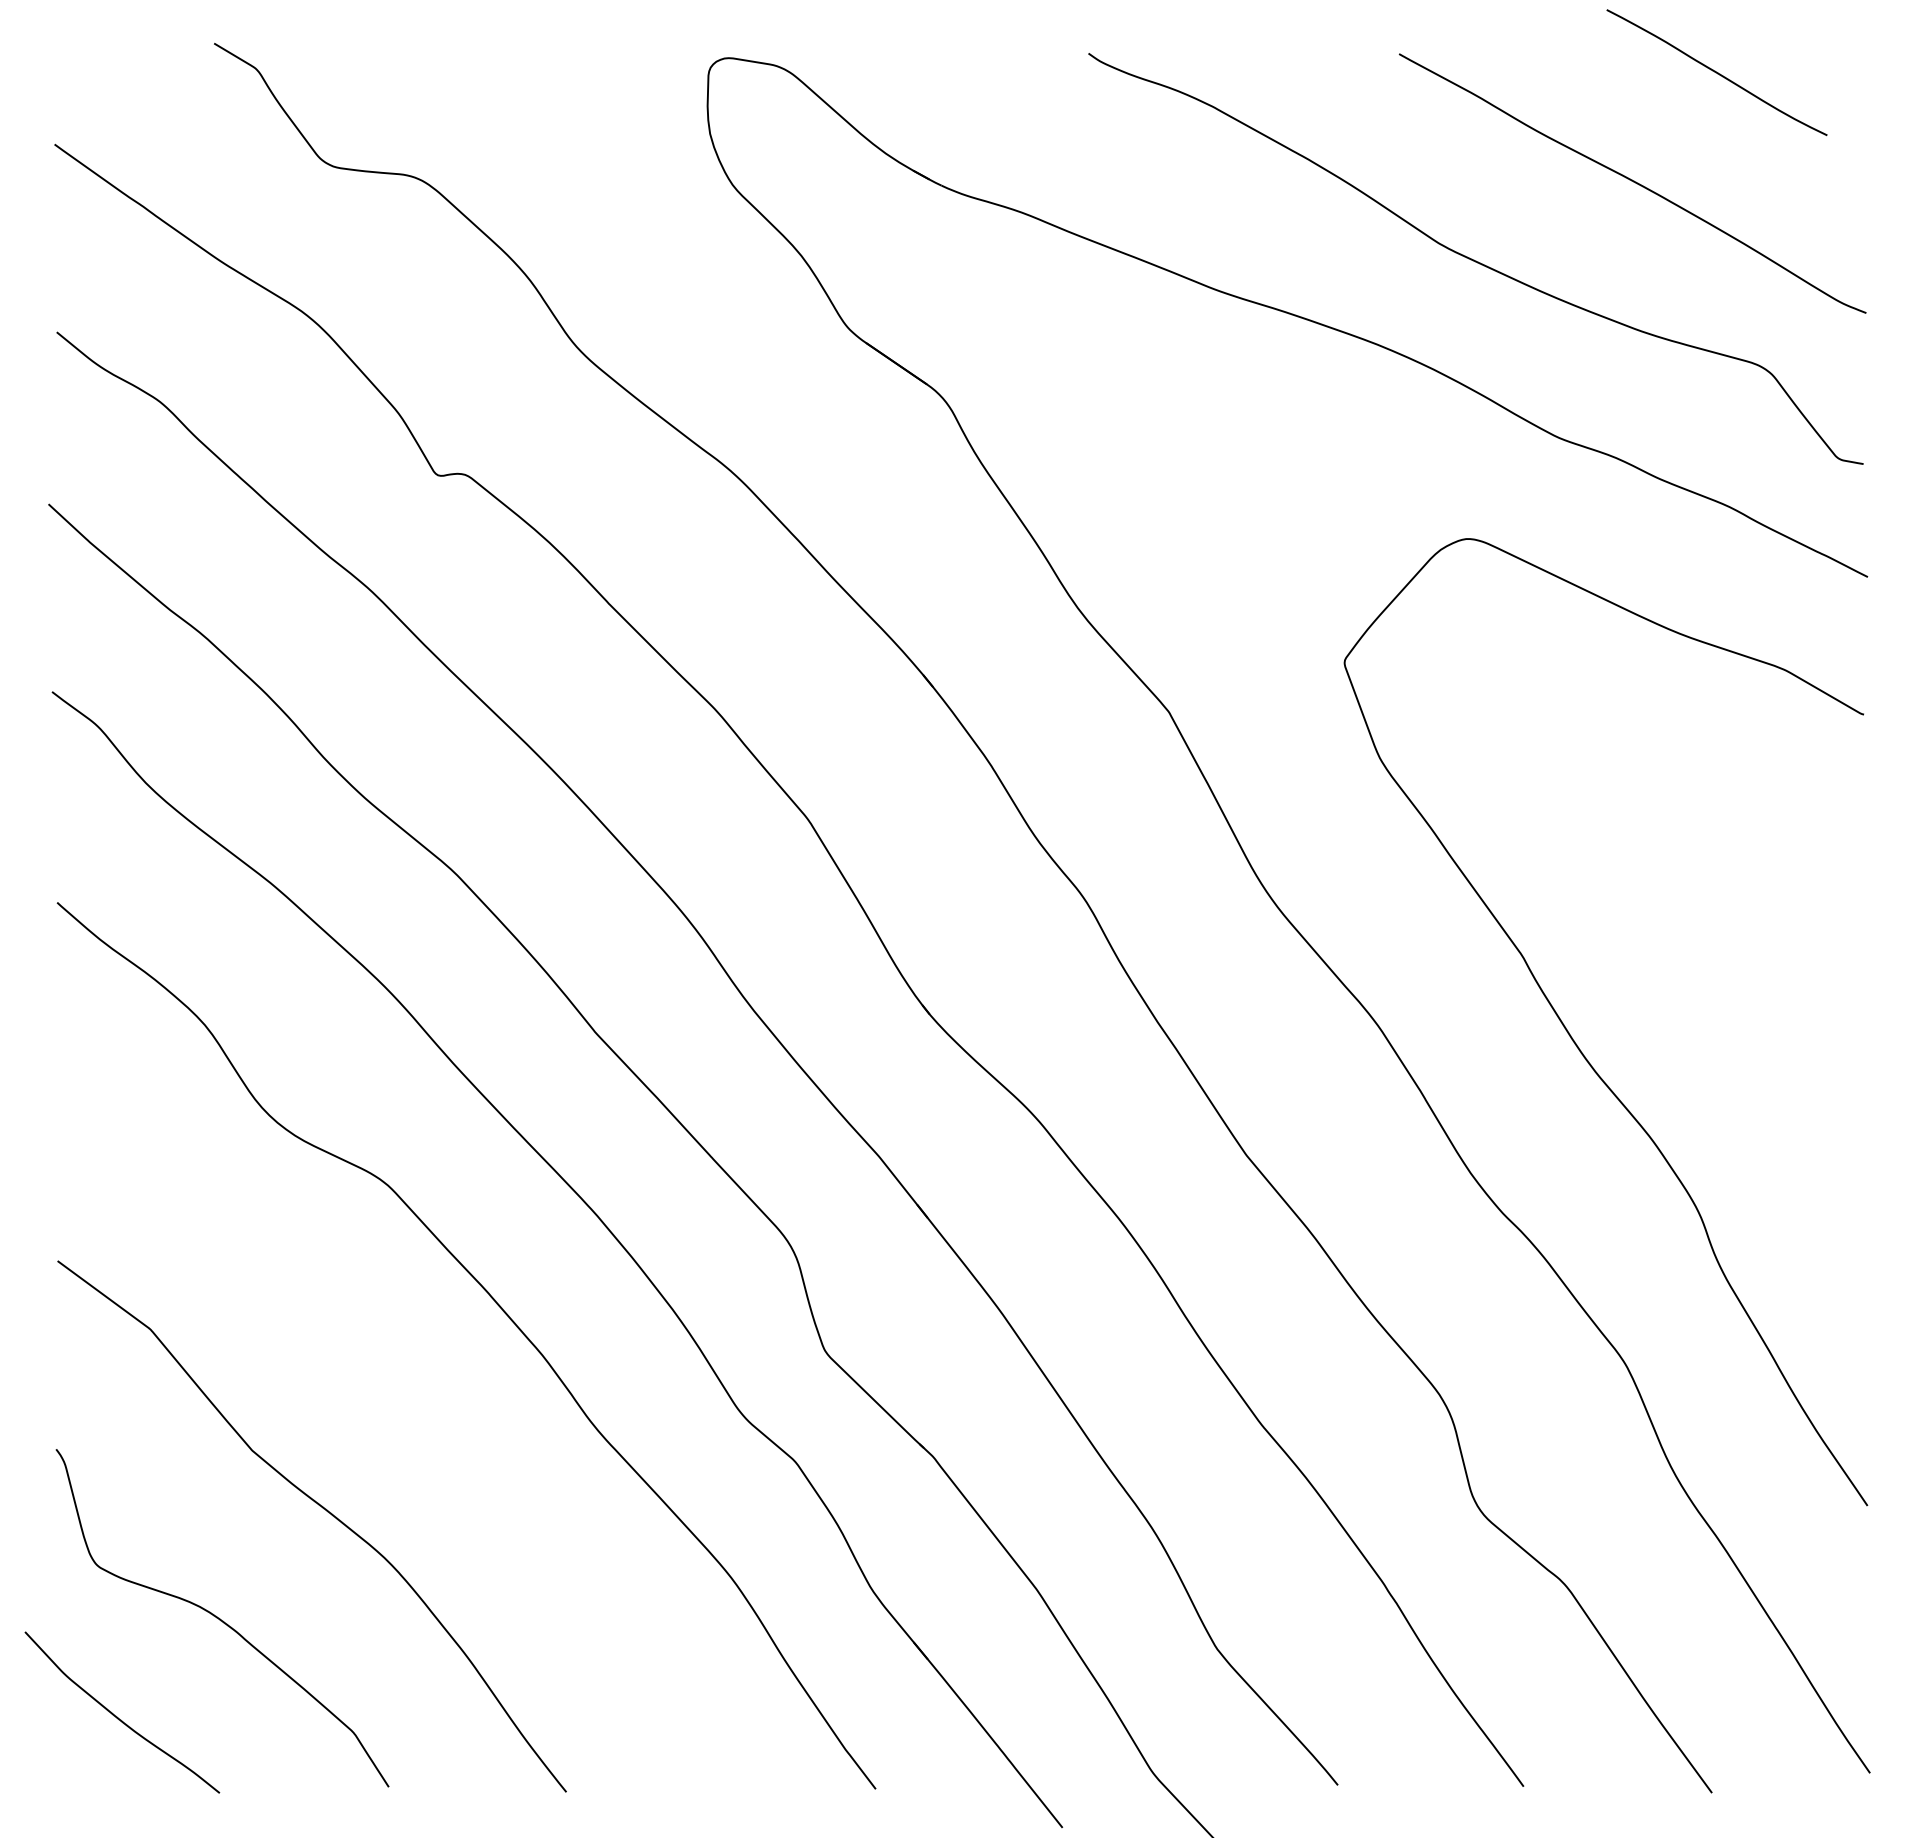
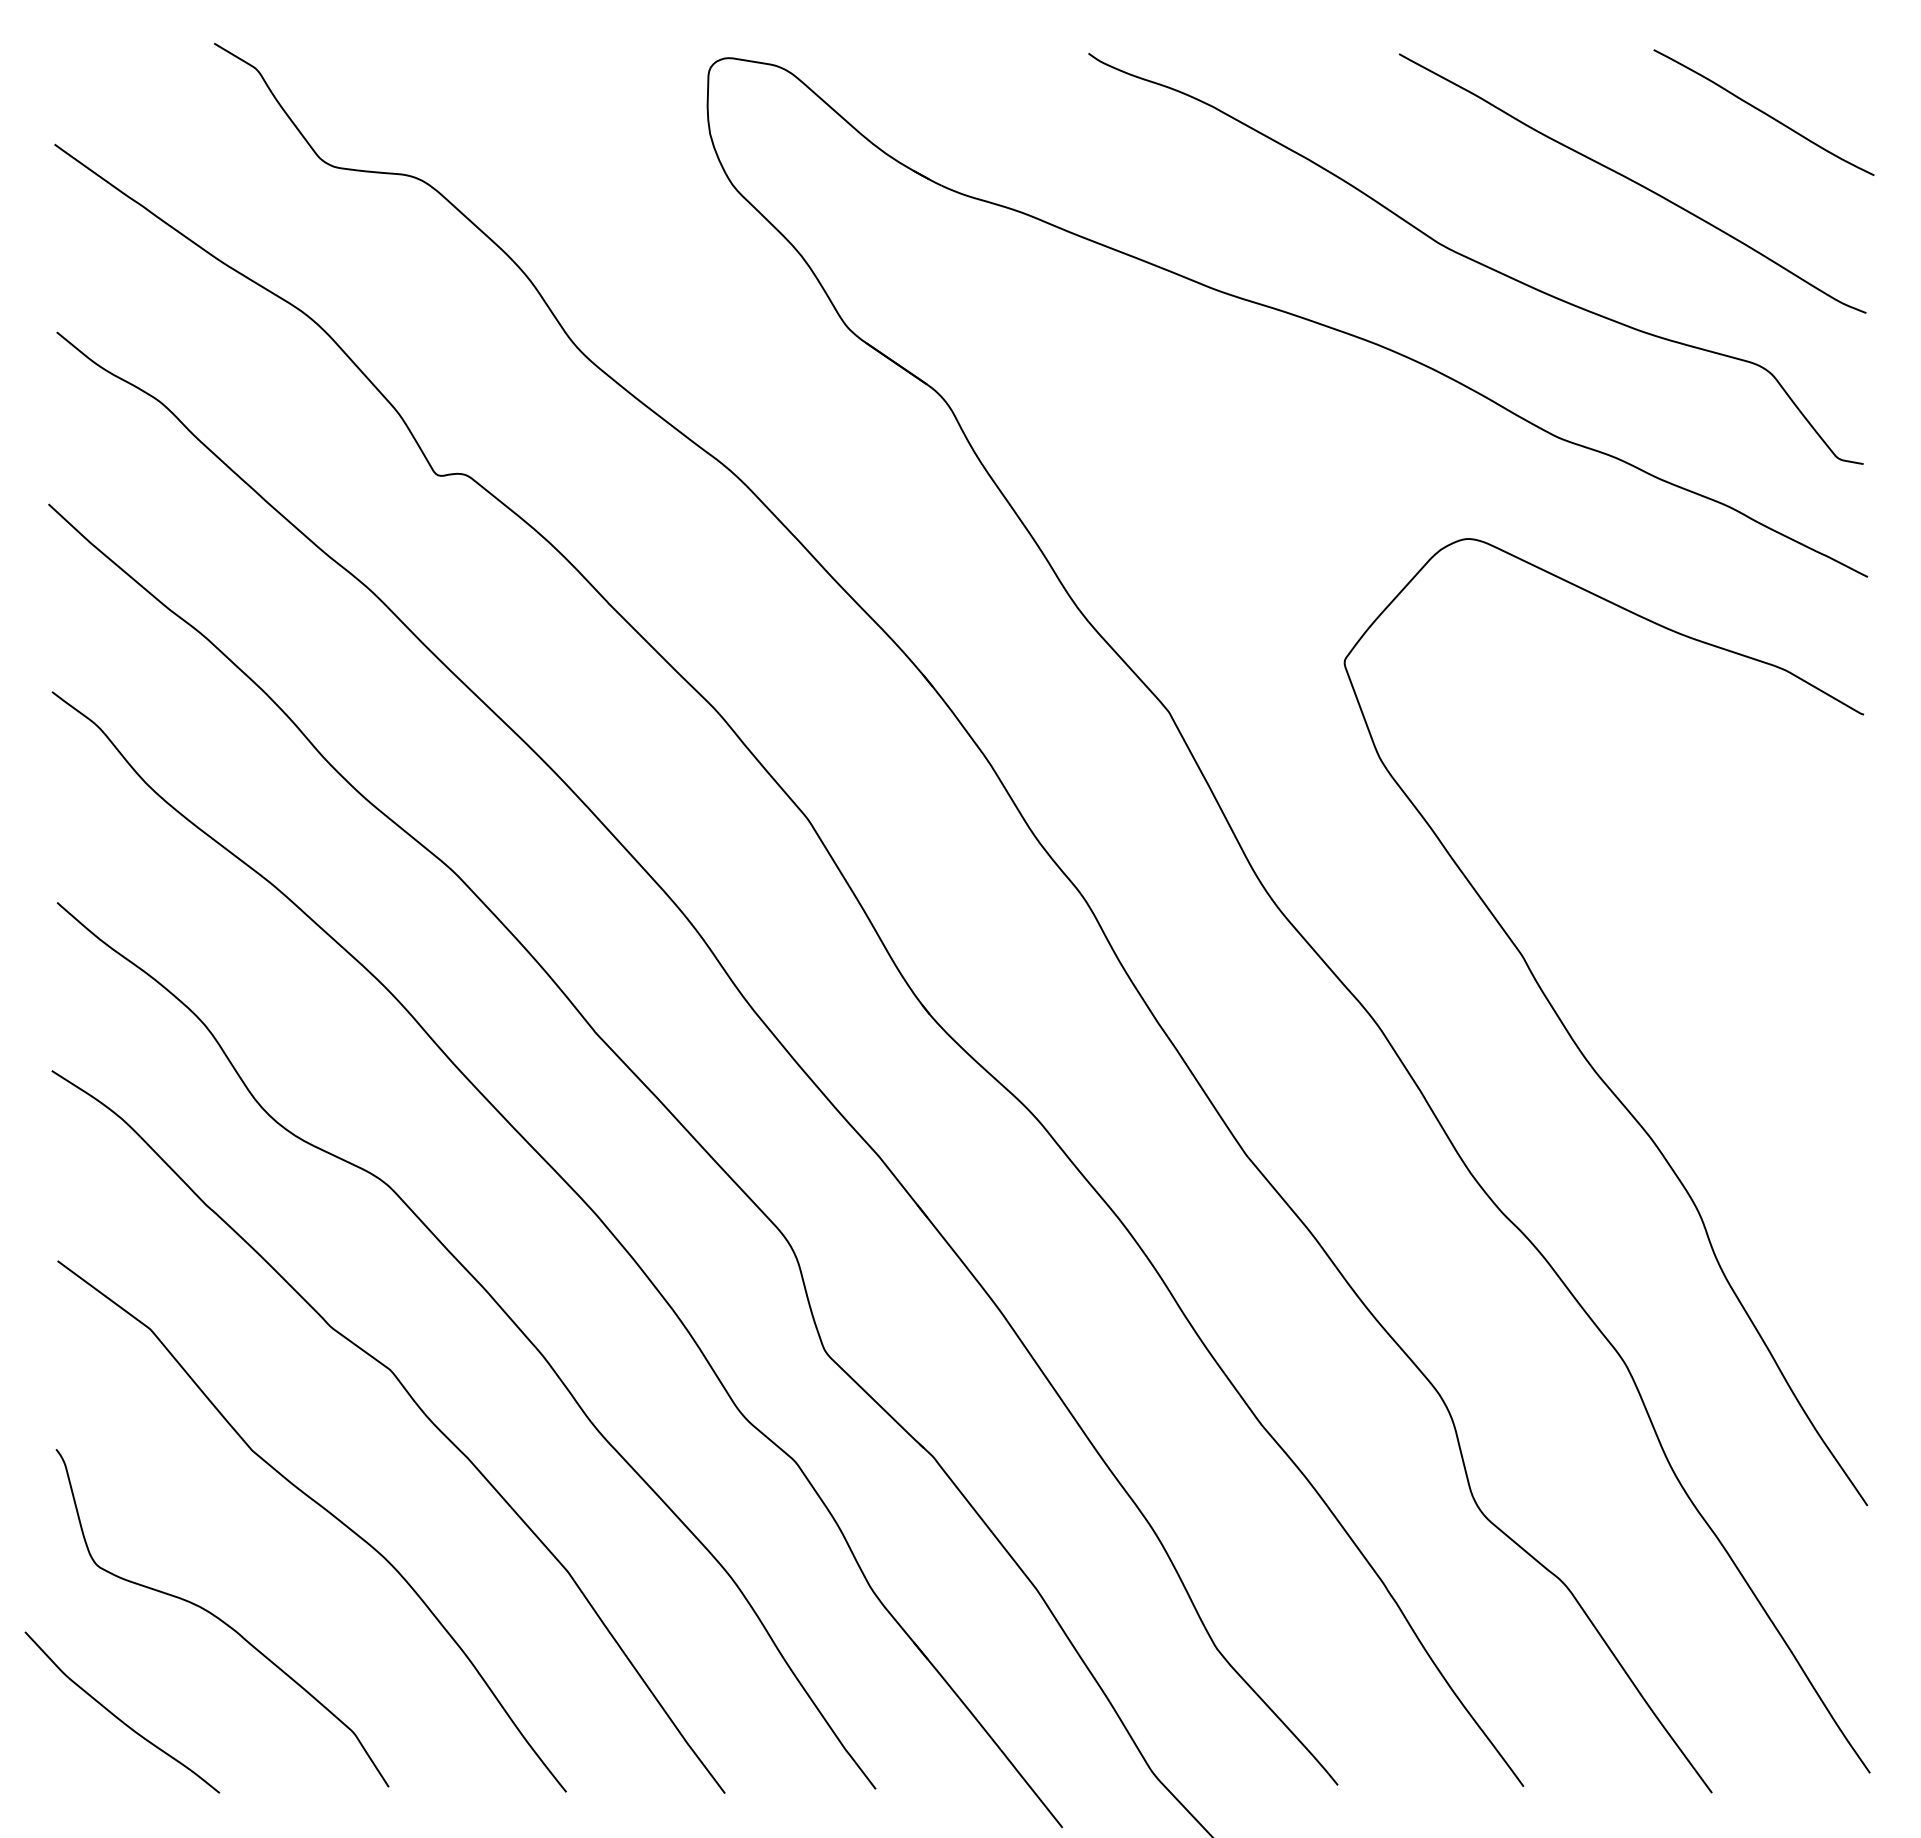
curve at (1716, 72) position: (1716, 72) -> (1763, 112)
curve at (419, 1409): none -> present
